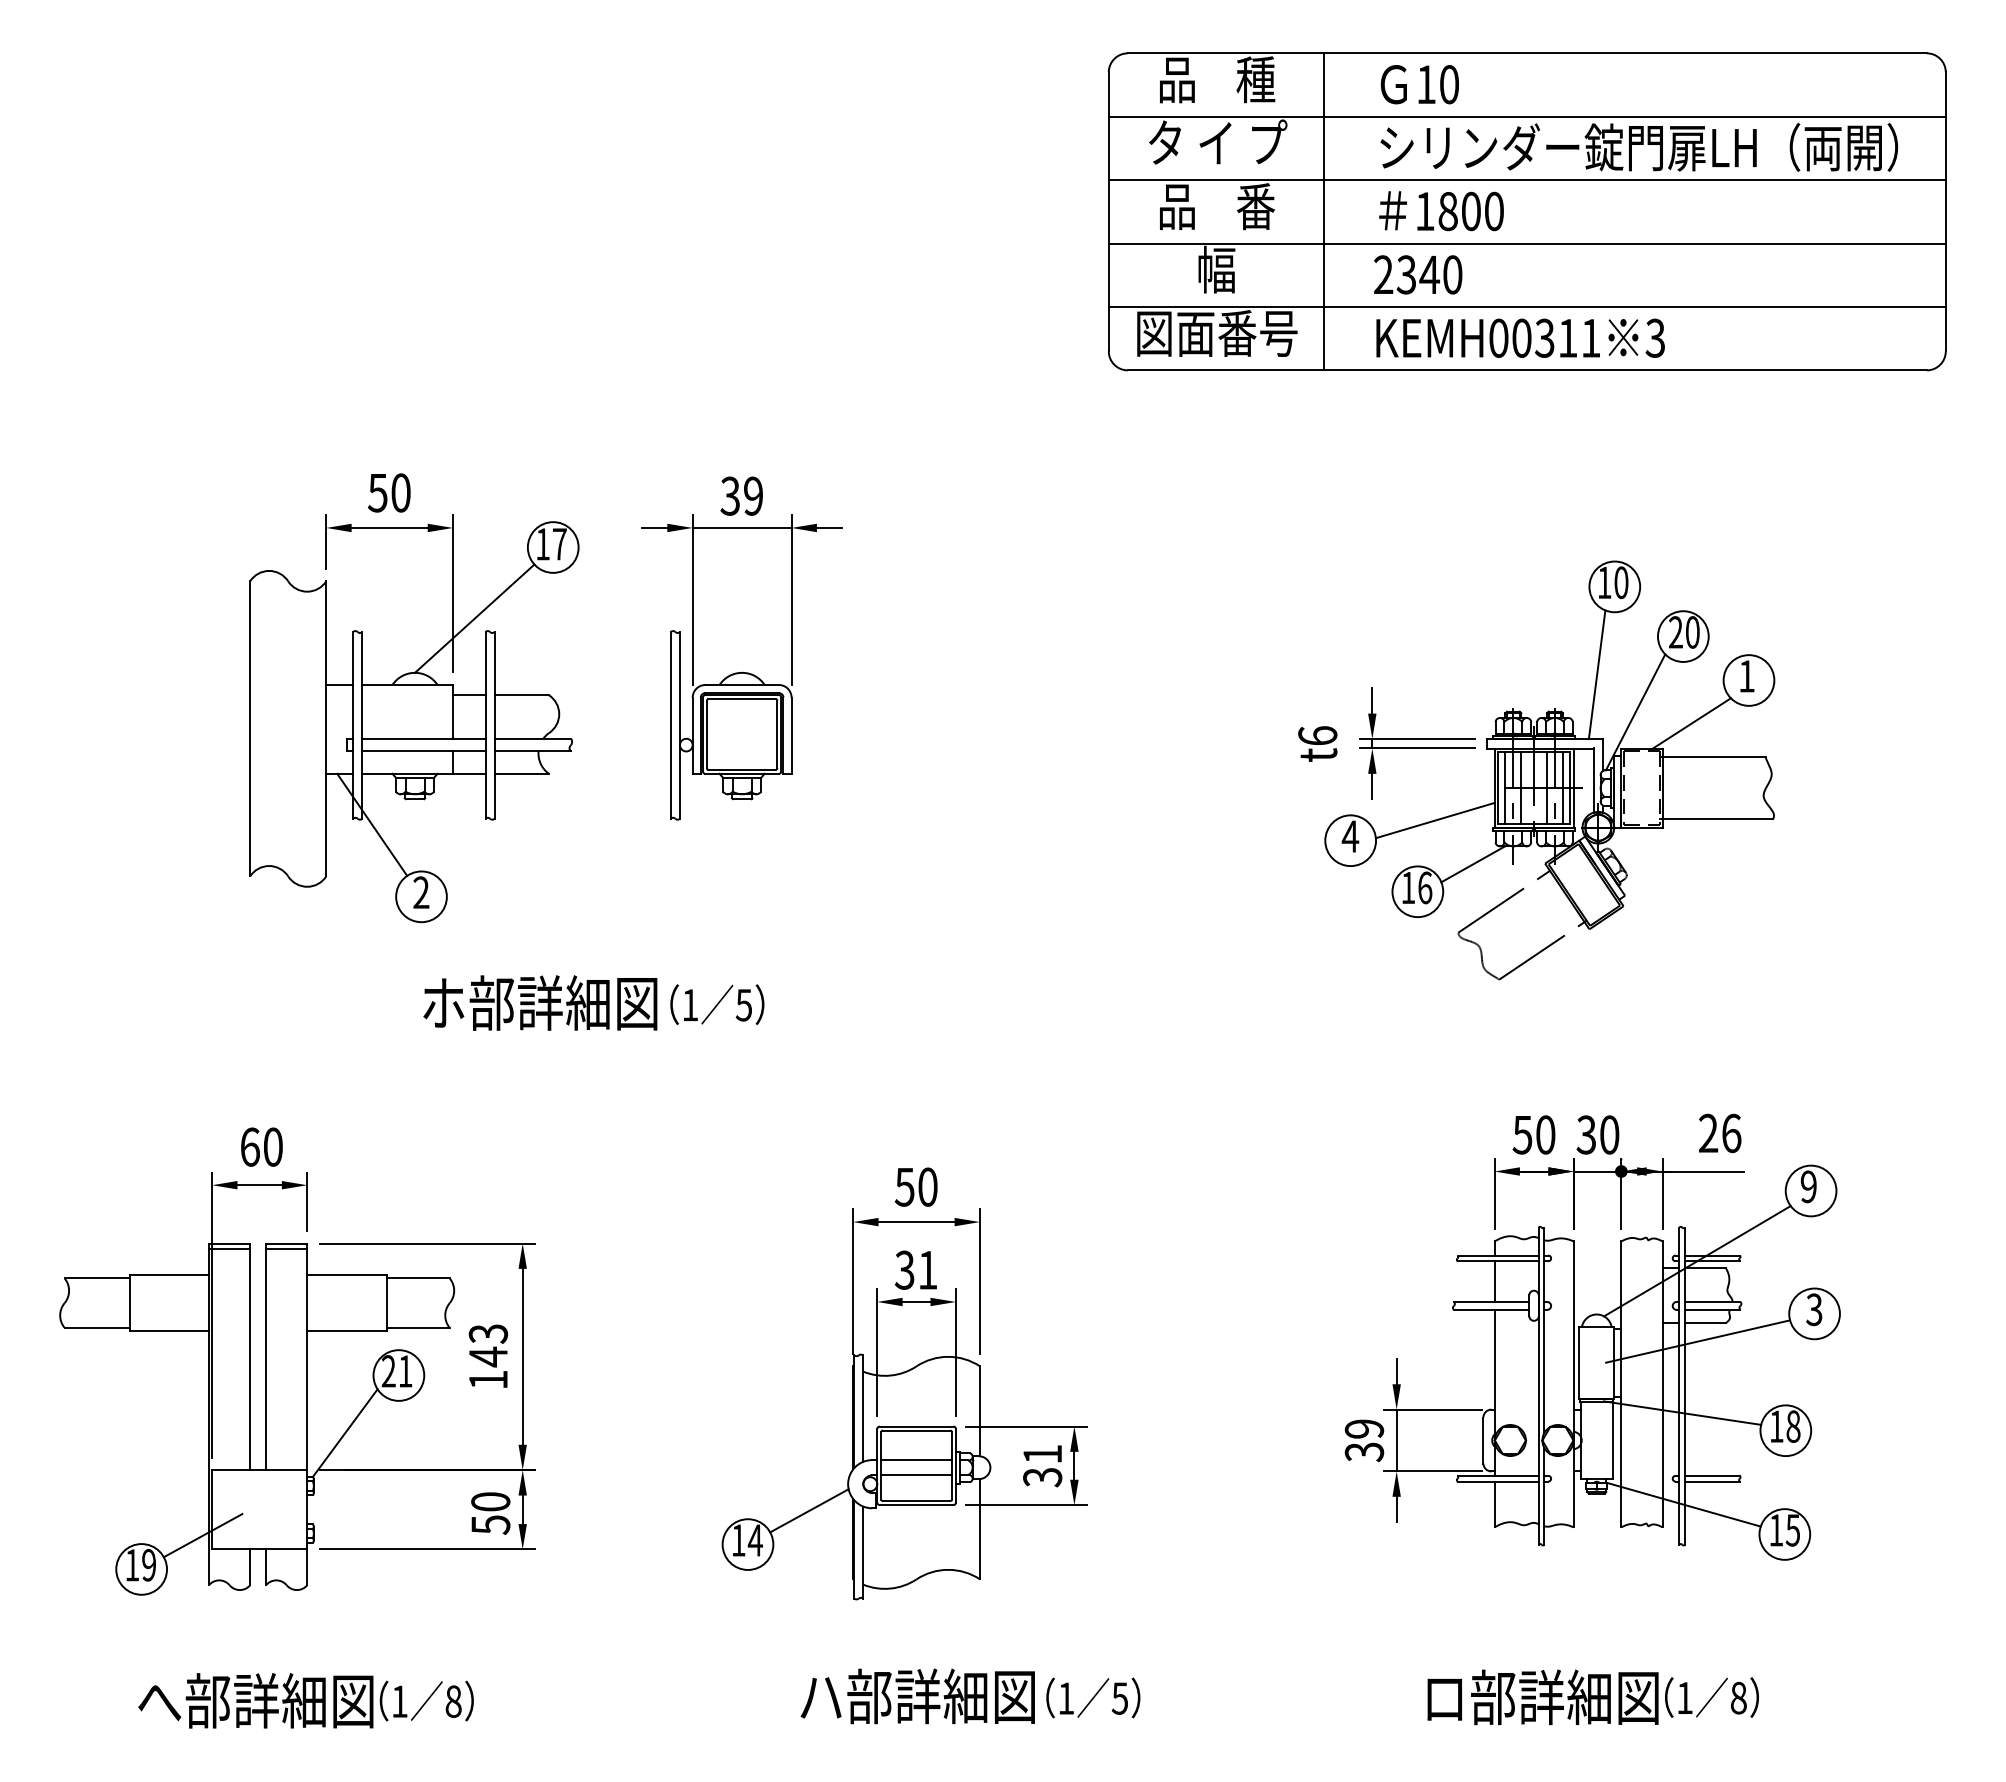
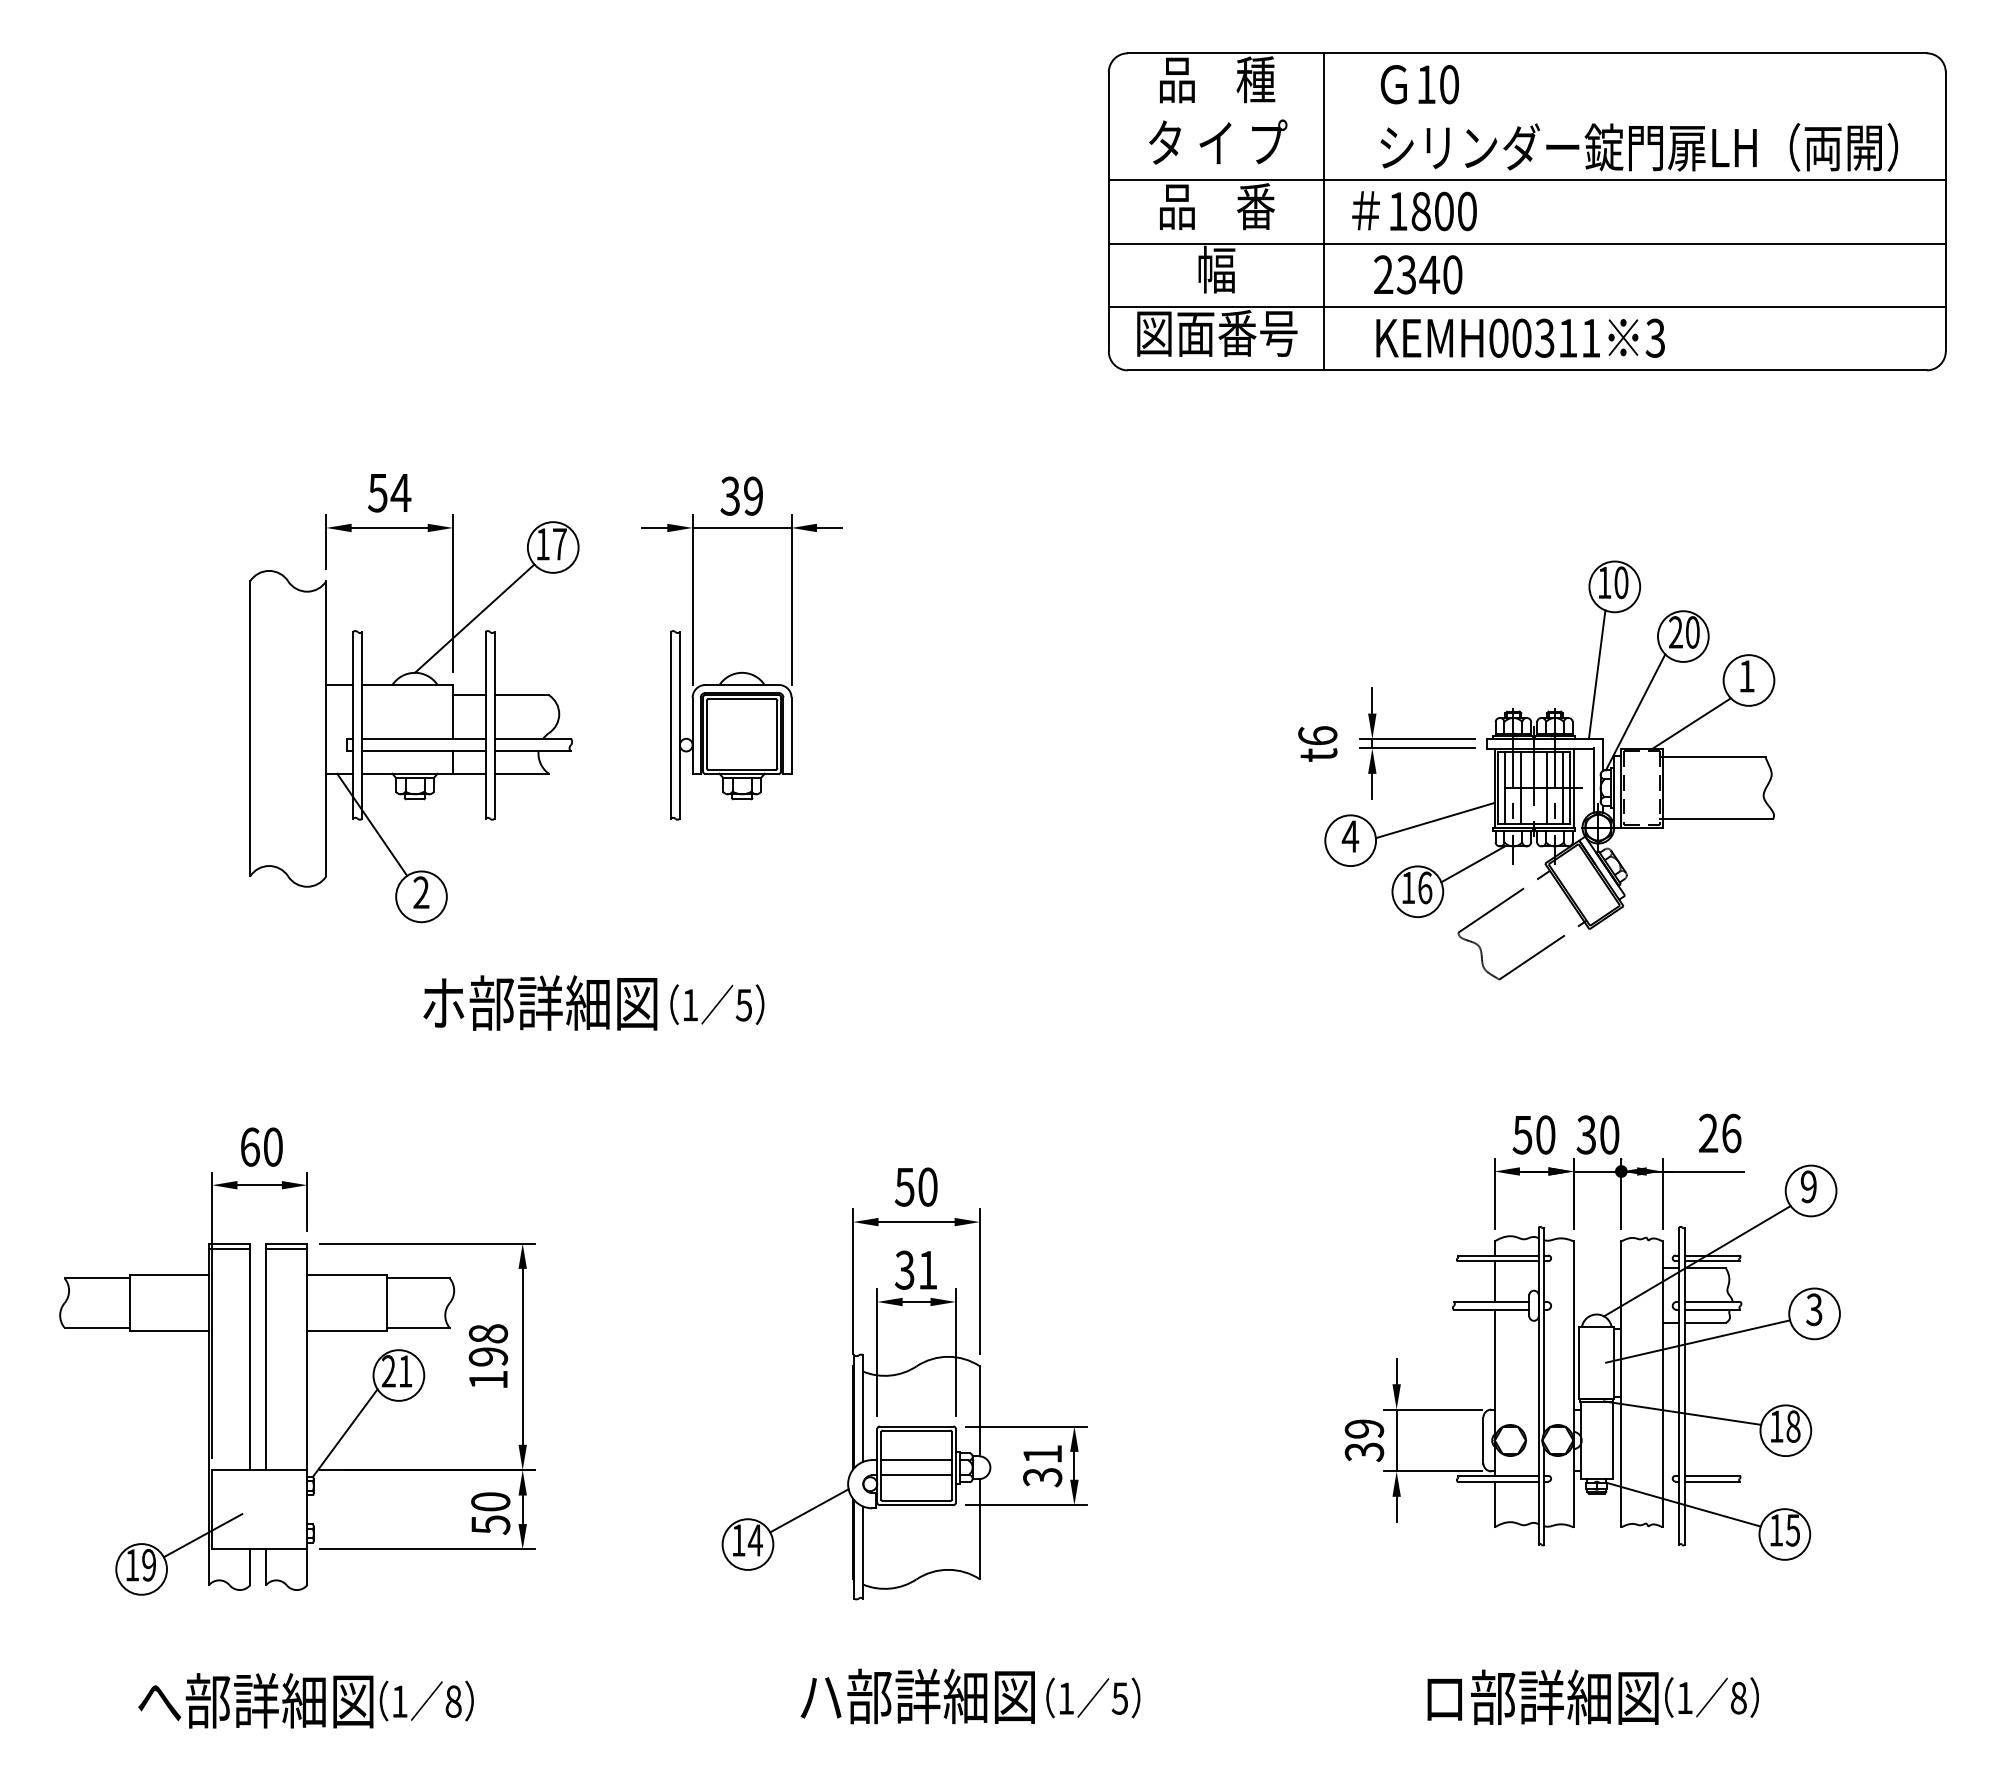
line at (1526, 116): present -> none
text at (1441, 211) position: (1441, 211) -> (1414, 211)
text at (400, 492): 50 -> 54
text at (488, 1345): 143 -> 198
